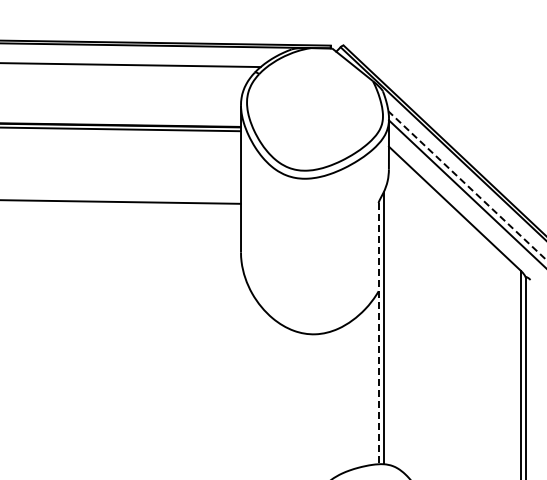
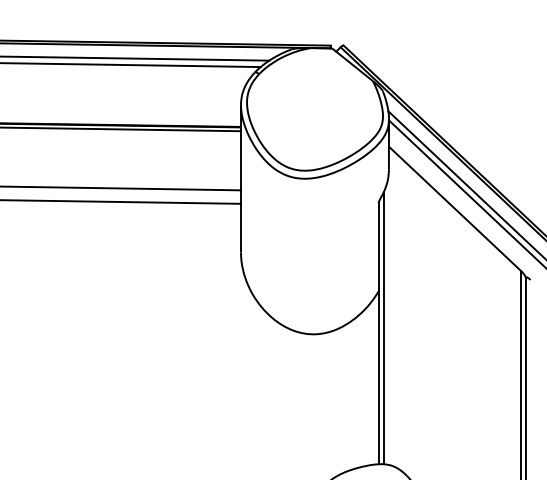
line at (135, 58): none -> present
line at (467, 185): dashed -> solid
line at (121, 188): none -> present
line at (378, 333): dashed -> solid
